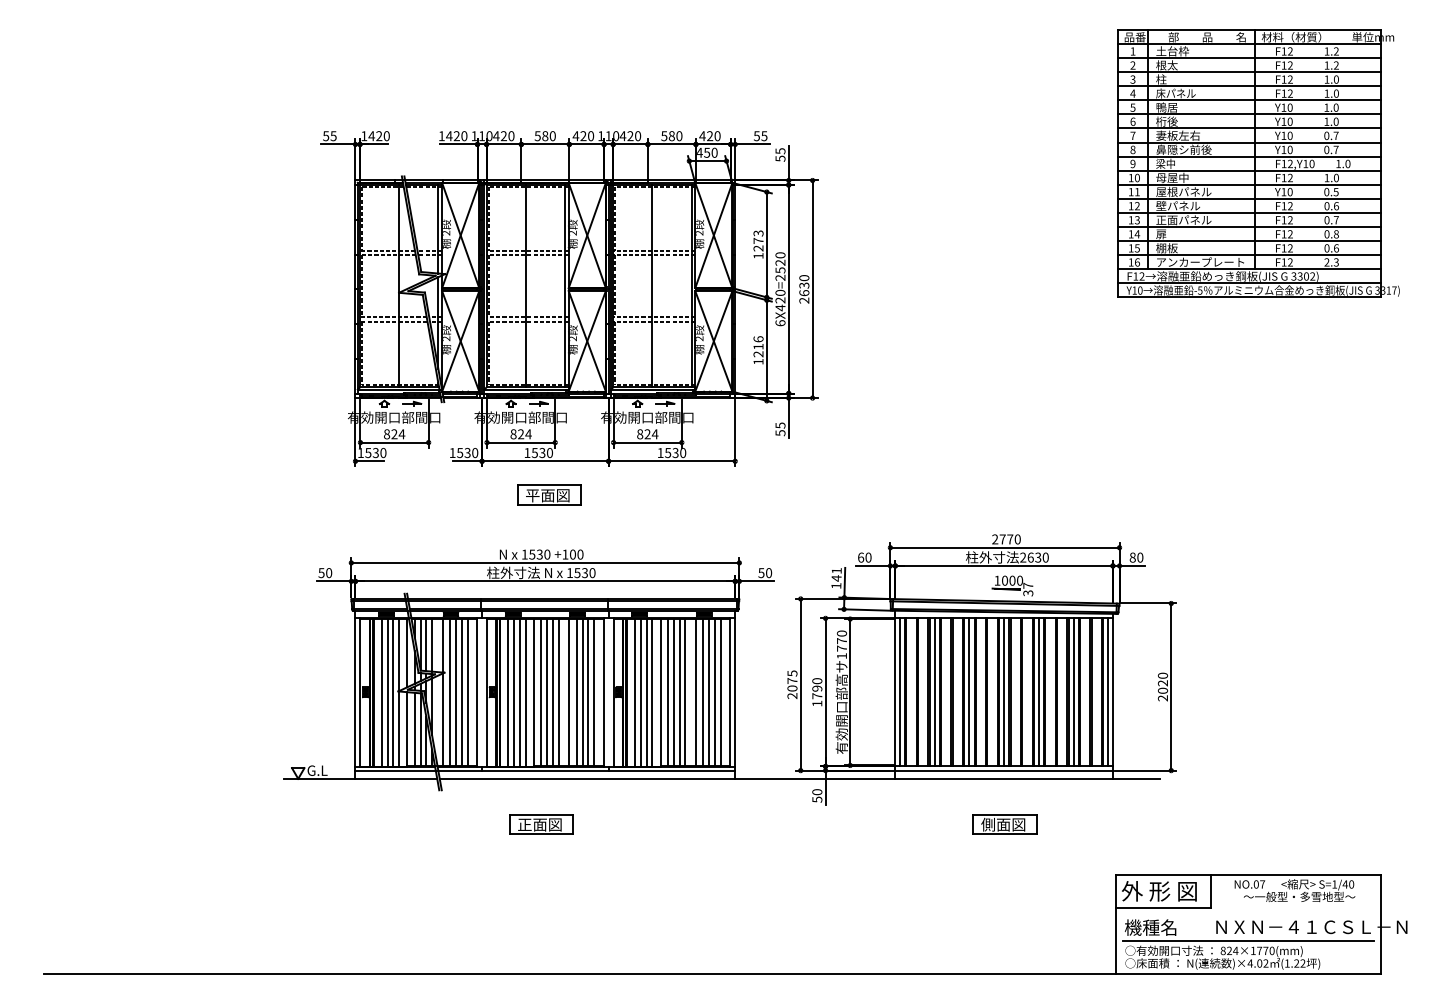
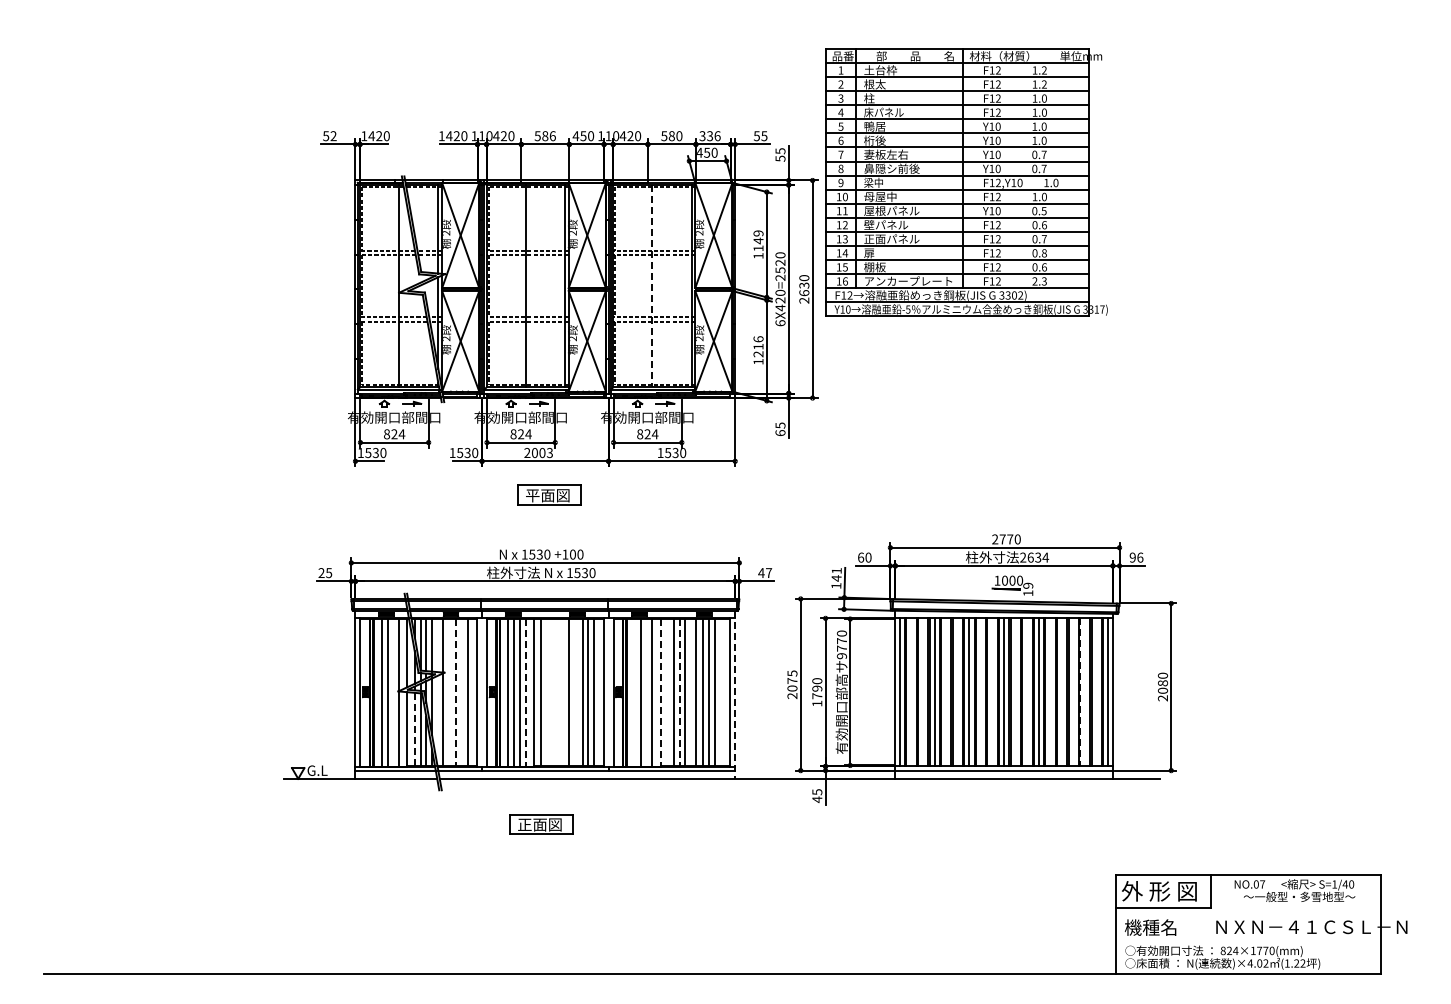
text at (552, 135): 580 -> 586
text at (333, 136): 55 -> 52
text at (583, 136): 420 -> 450
text at (709, 136): 420 -> 336
part at (1258, 163) position: (1258, 163) -> (966, 182)
text at (758, 240): 1273 -> 1149
line at (652, 286): solid -> dashed
text at (780, 433): 55 -> 65
text at (538, 452): 1530 -> 2003
text at (1045, 557): 2630 -> 2634
text at (1136, 557): 80 -> 96
text at (325, 573): 50 -> 25
text at (765, 573): 50 -> 47
text at (1028, 589): 37 -> 19
text at (841, 656): 1770 -> 9770
text at (1163, 683): 2020 -> 2080
line at (393, 692): present -> none
line at (450, 692): present -> none
line at (456, 692): solid -> dashed
line at (461, 692): present -> none
line at (525, 692): solid -> dashed
line at (547, 692): present -> none
line at (552, 692): present -> none
line at (558, 692): present -> none
line at (576, 692): present -> none
line at (634, 692): present -> none
line at (646, 692): present -> none
line at (660, 692): solid -> dashed
line at (667, 692): present -> none
line at (679, 692): solid -> dashed
line at (720, 692): present -> none
line at (1073, 692): present -> none
line at (1080, 692): solid -> dashed
line at (735, 695): solid -> dashed
line at (414, 729): solid -> dashed
text at (817, 796): 50 -> 45
part at (1004, 824): present -> none
line at (1248, 940): present -> none
